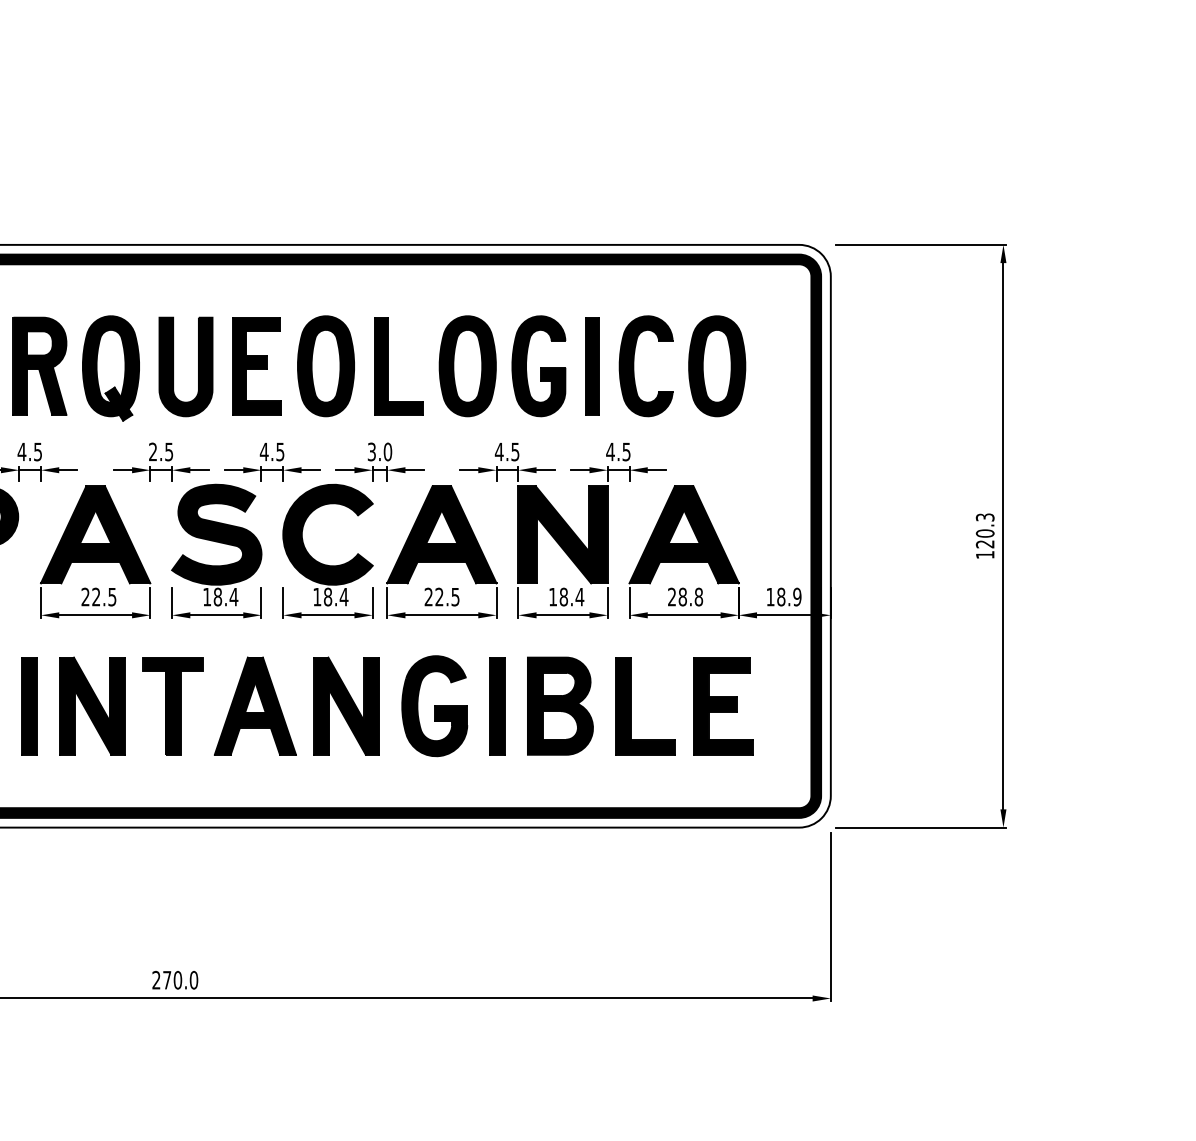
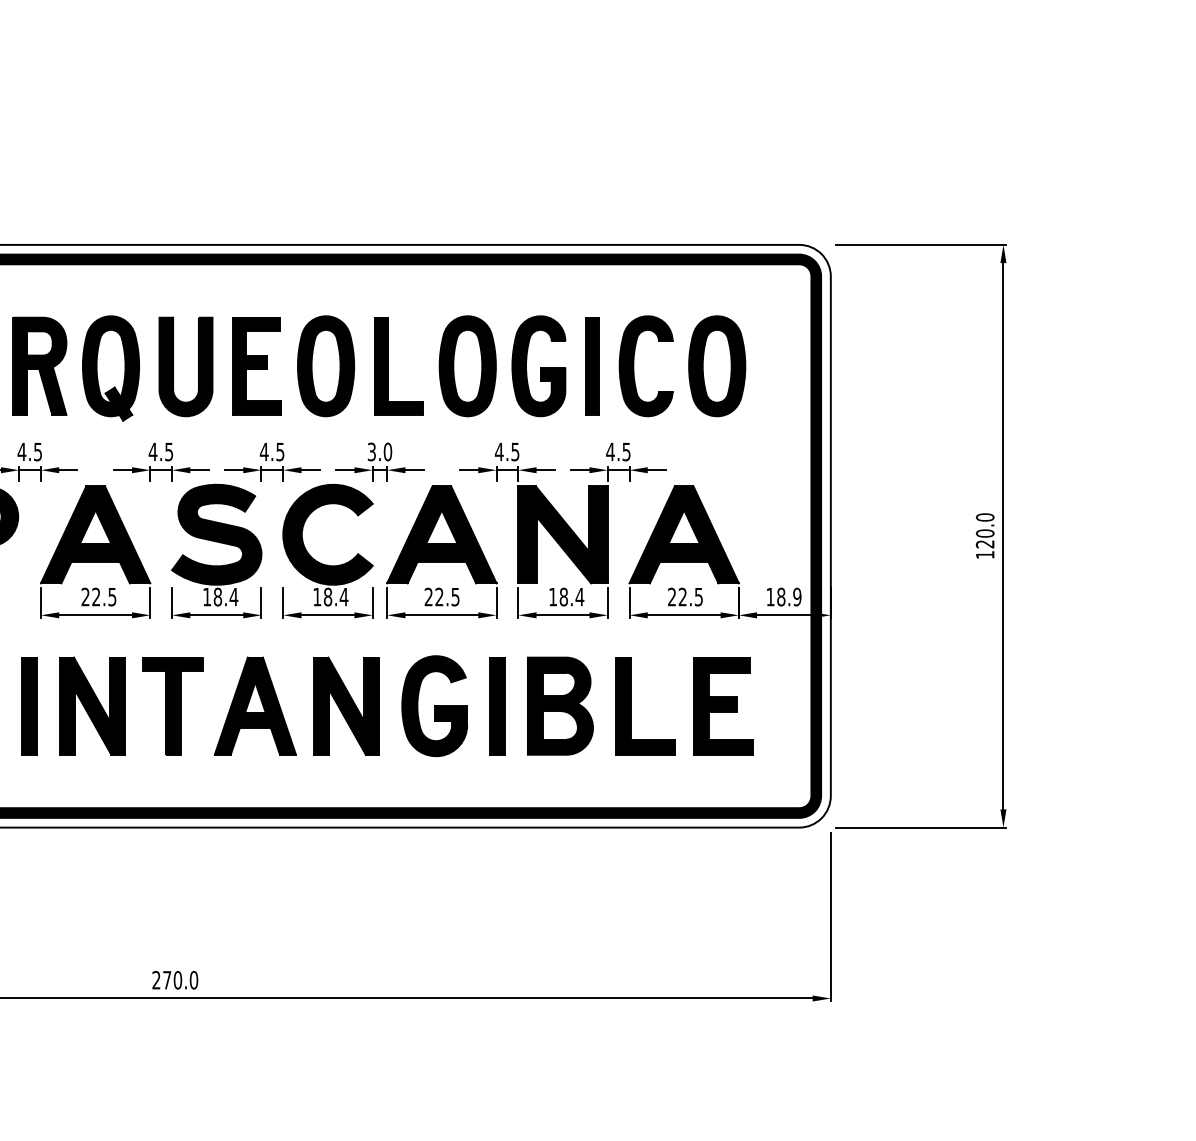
text at (152, 451): 2.5 -> 4.5
text at (984, 517): 120.3 -> 120.0
text at (690, 596): 28.8 -> 22.5
